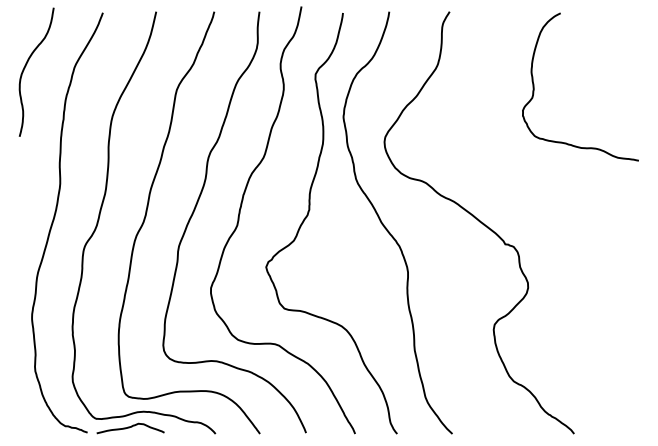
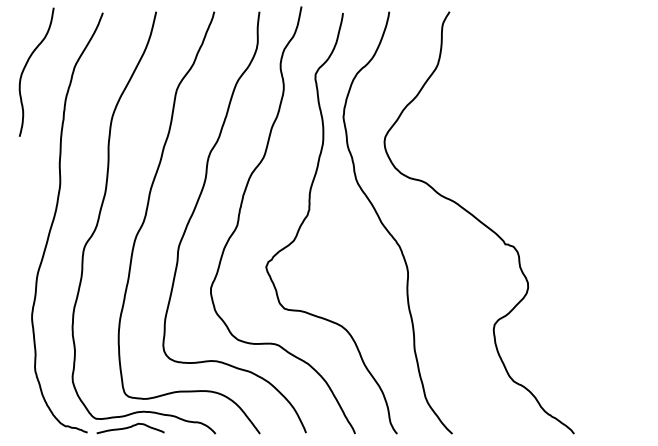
curve at (534, 86): present -> none
